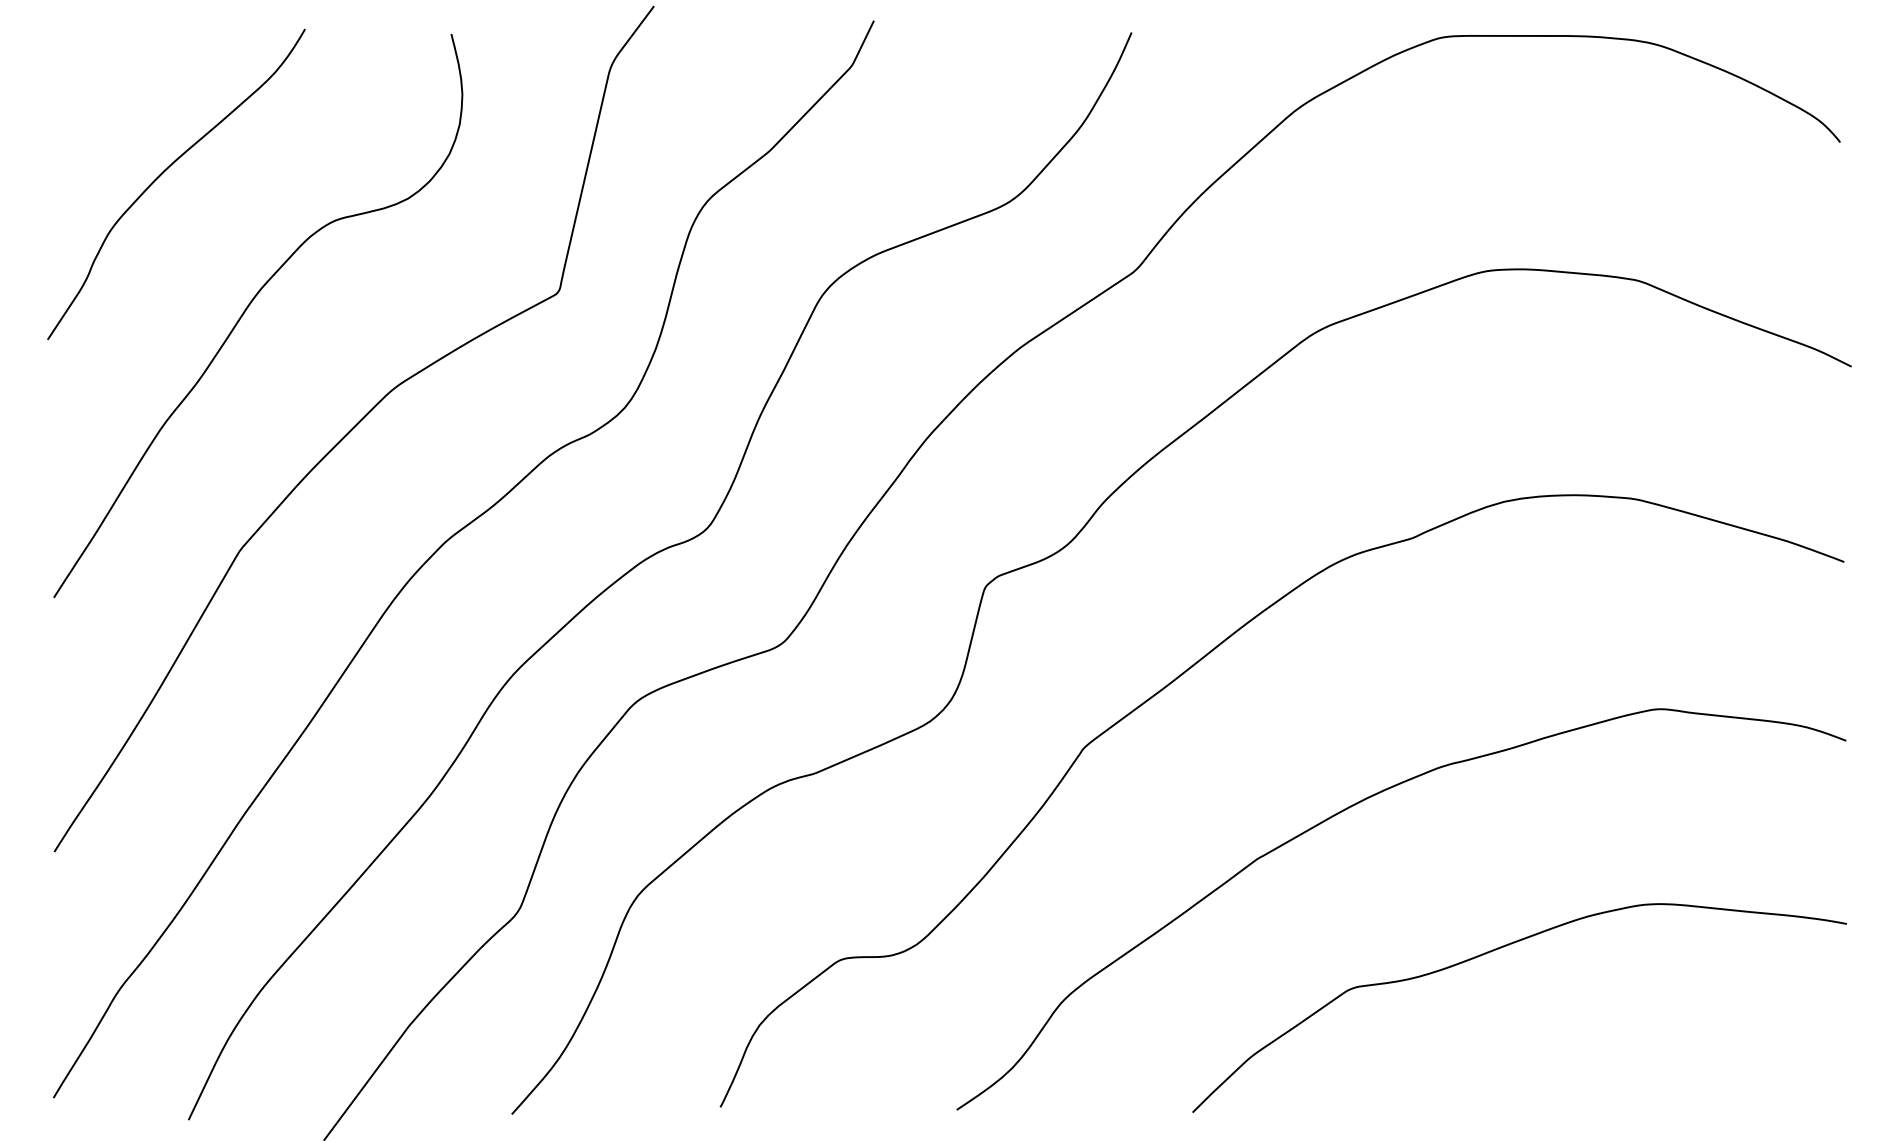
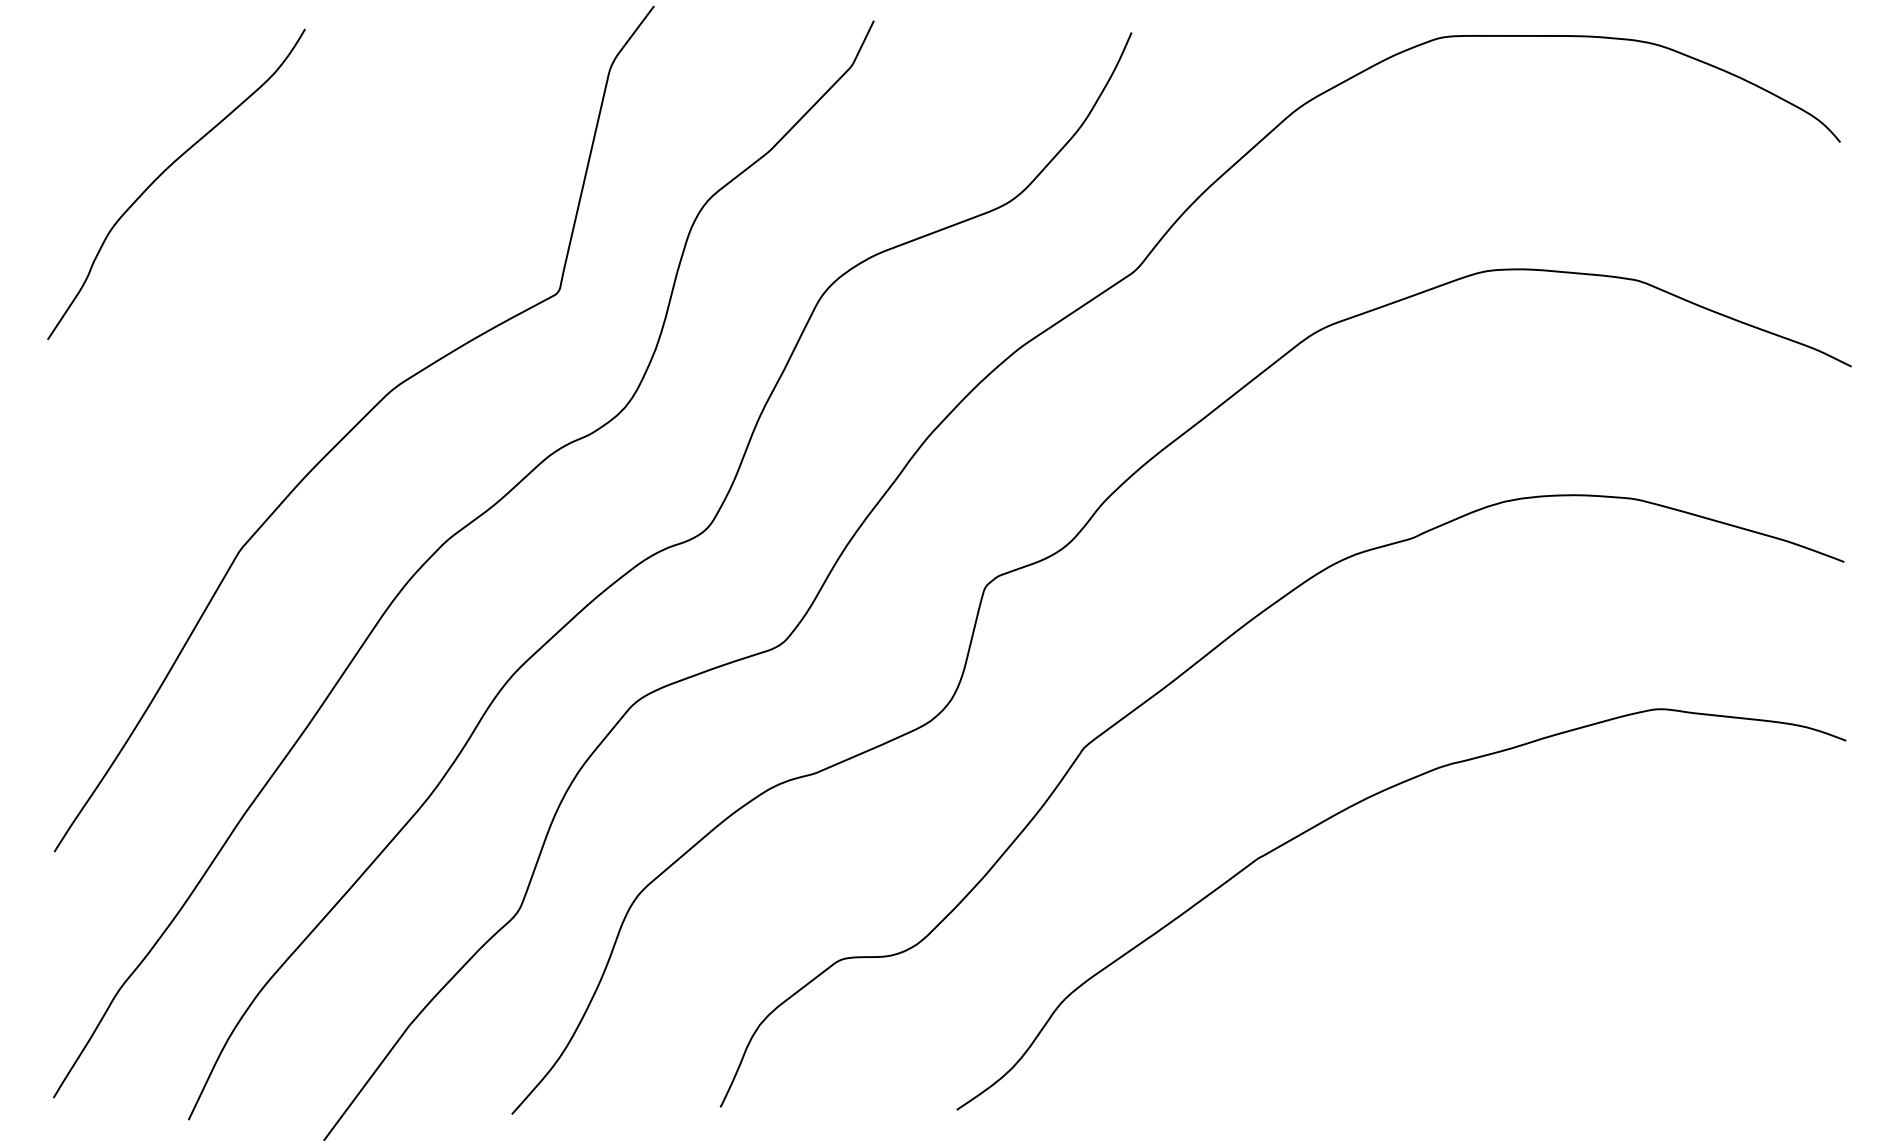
curve at (247, 309): present -> none
curve at (1496, 950): present -> none
